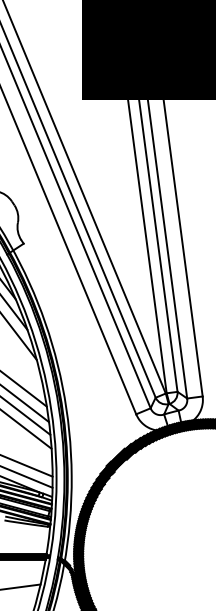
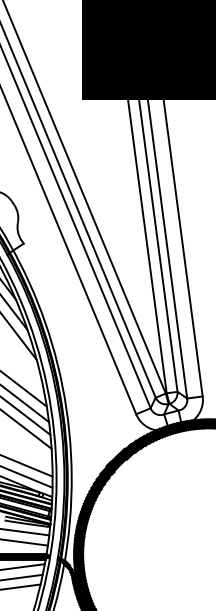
line at (25, 532): none -> present
line at (24, 542): none -> present
line at (23, 566): none -> present
line at (22, 577): none -> present
